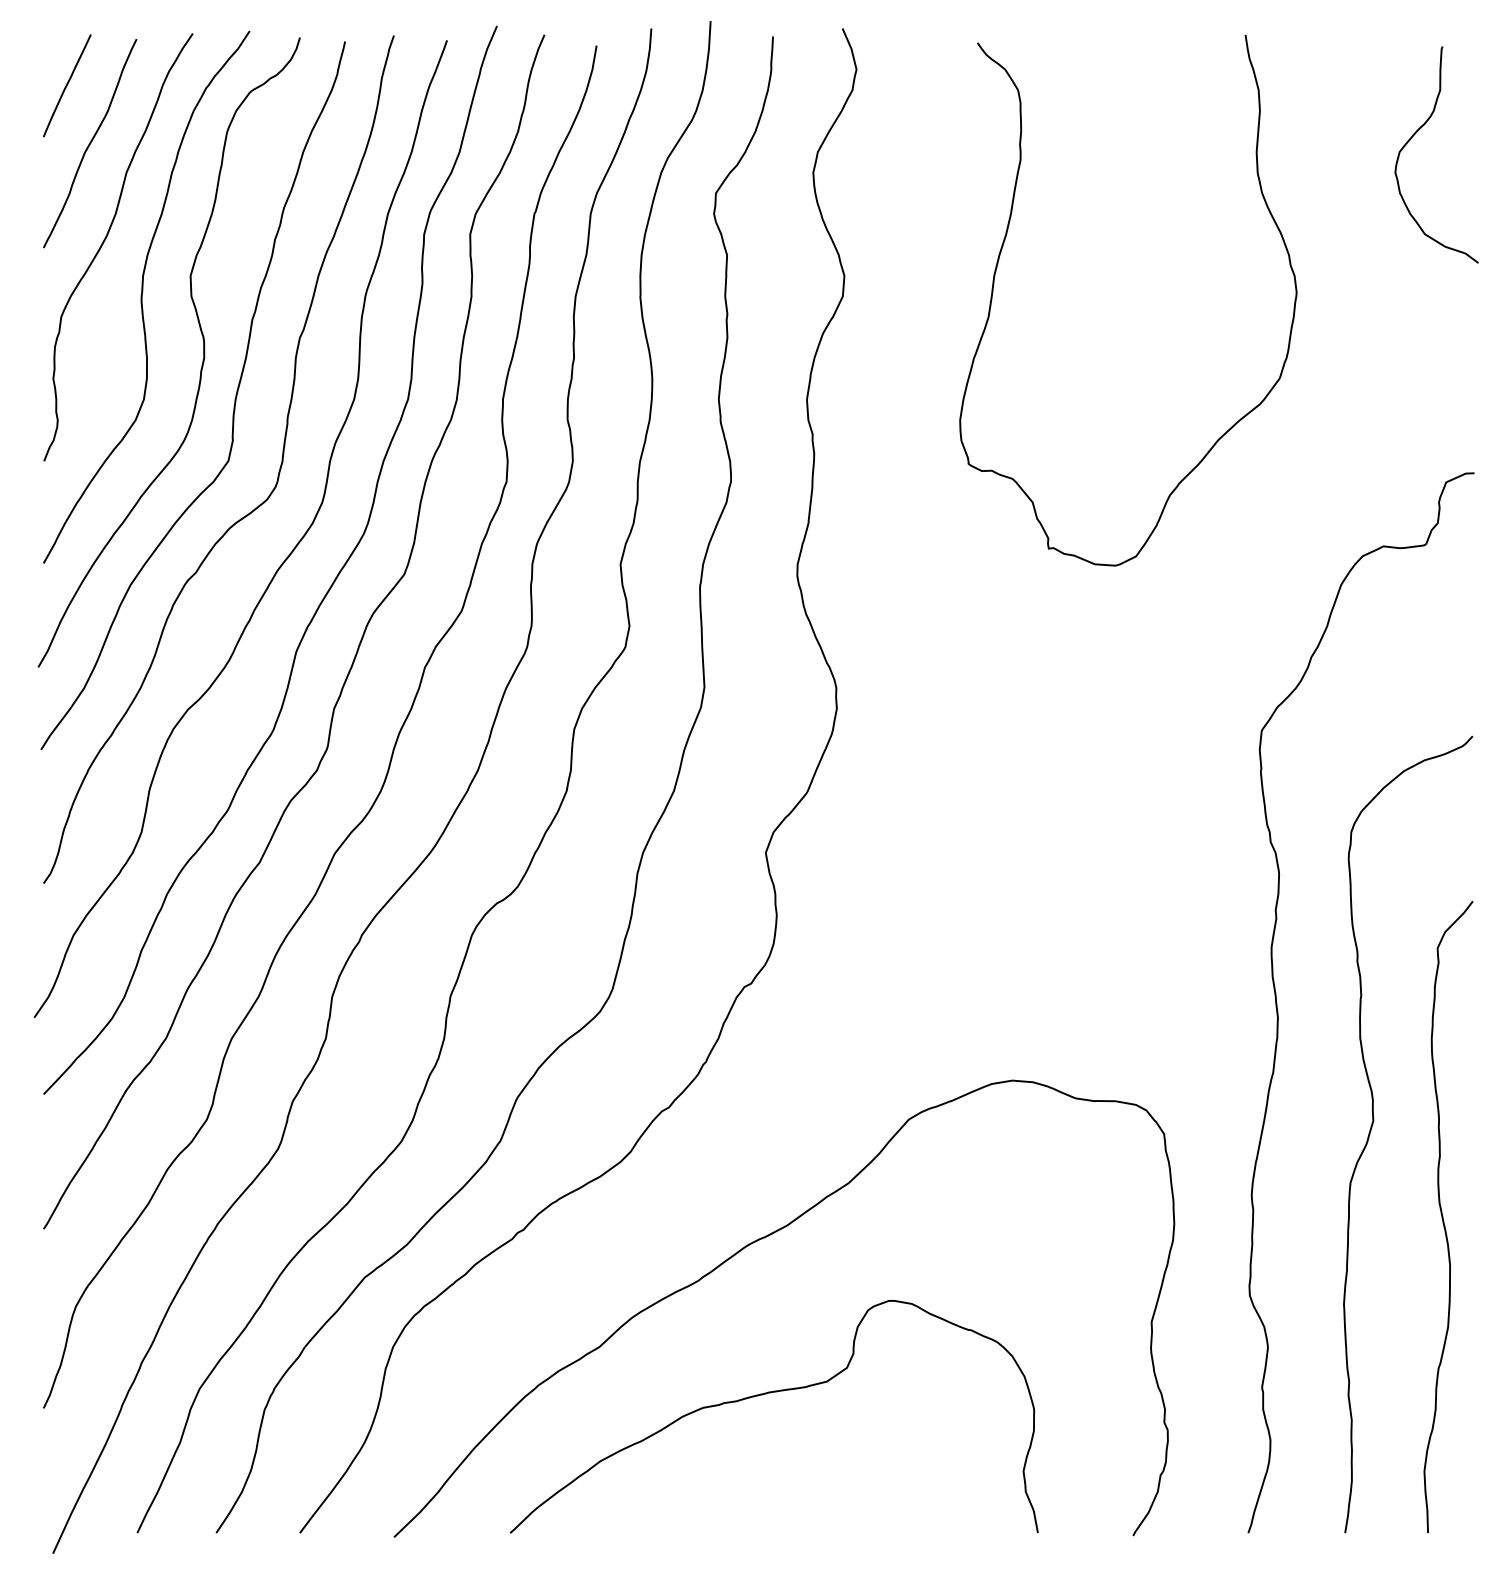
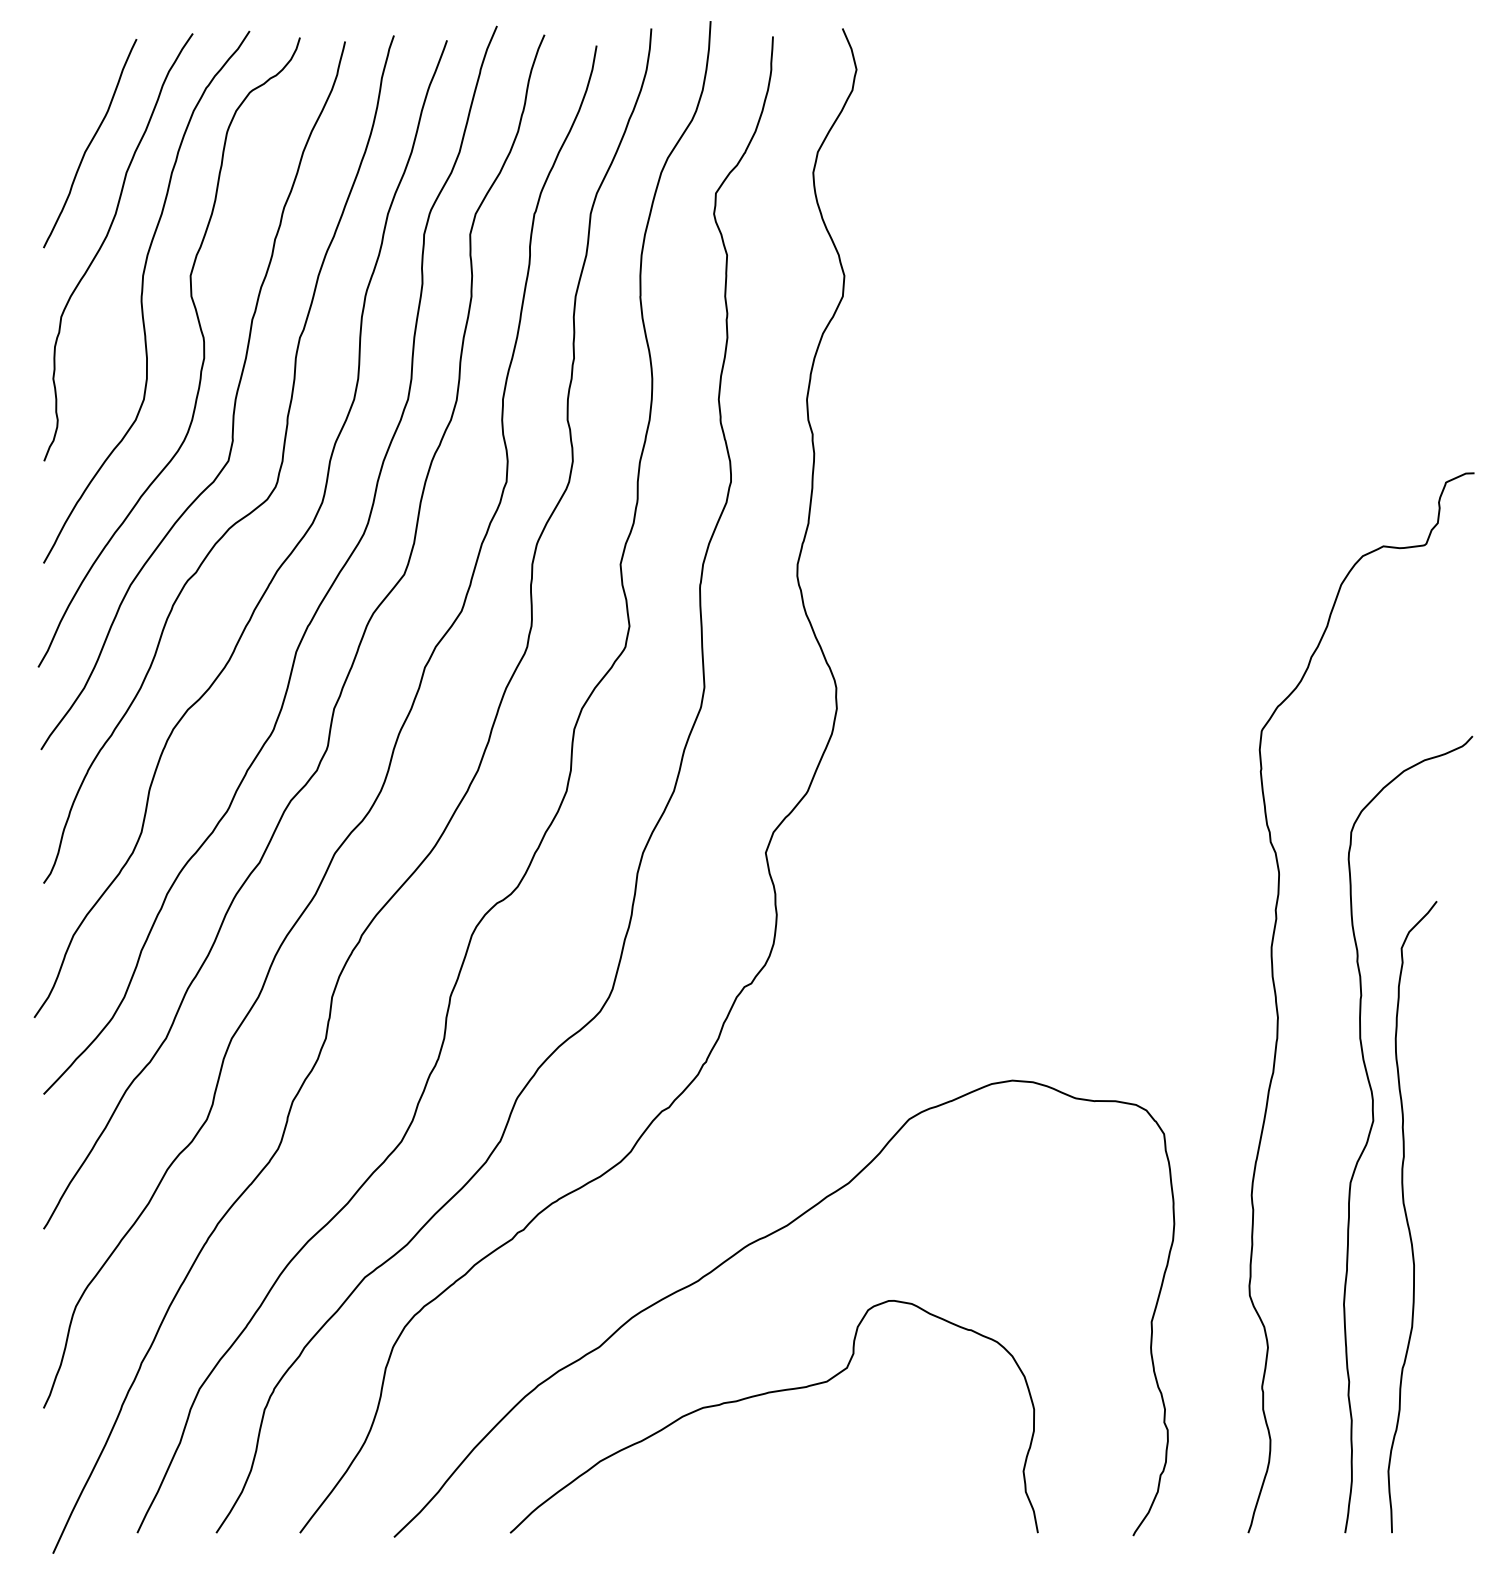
curve at (67, 85): present -> none
curve at (1416, 133): present -> none
curve at (994, 284): present -> none
curve at (1443, 1217) position: (1443, 1217) -> (1407, 1217)
